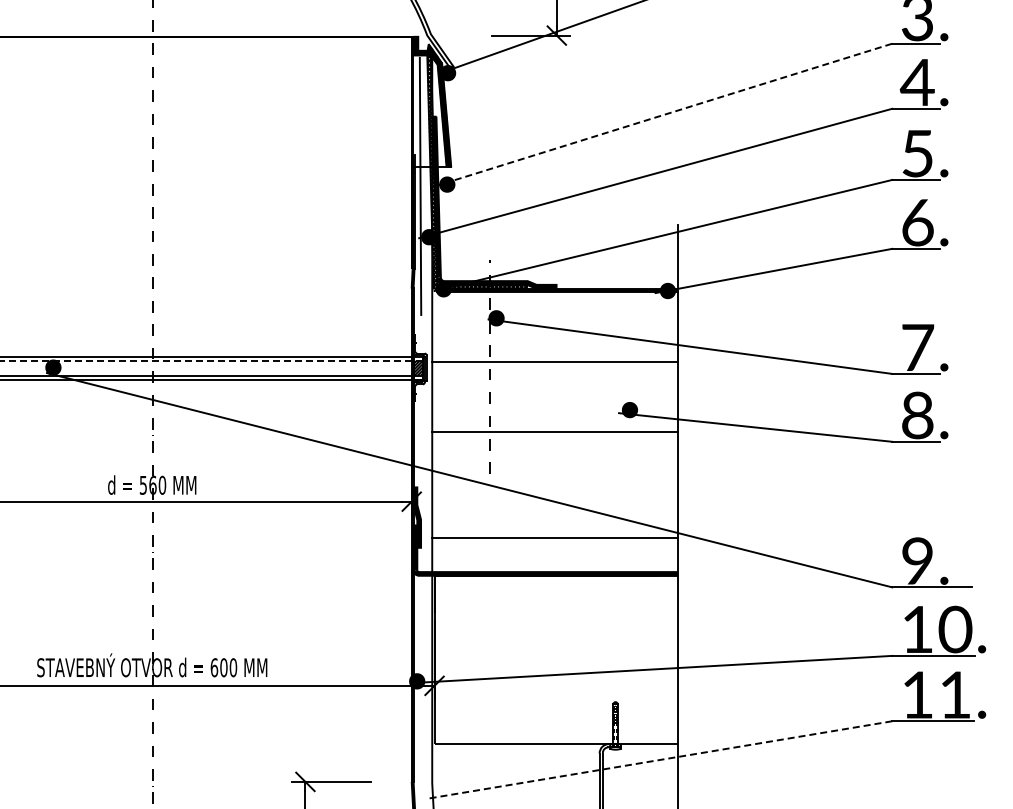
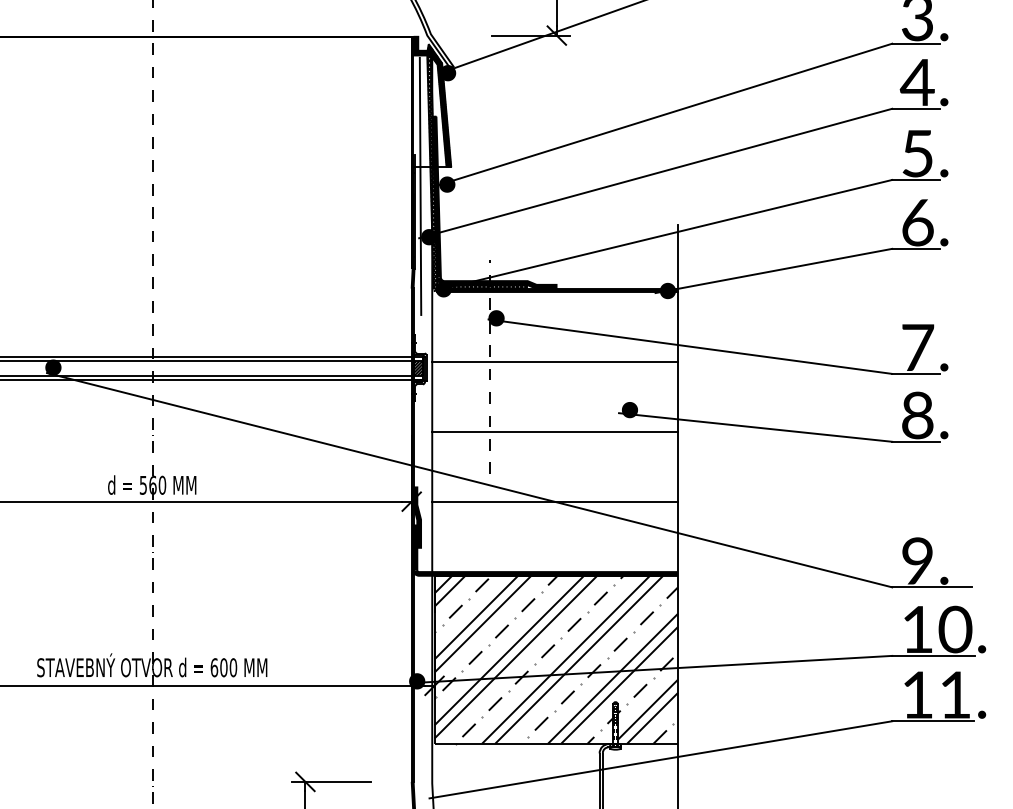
line at (663, 115): dashed -> solid
line at (211, 361): dashed -> solid
line at (554, 538) position: (554, 538) -> (554, 502)
hatch at (555, 659): none -> present
line at (660, 759): dashed -> solid
